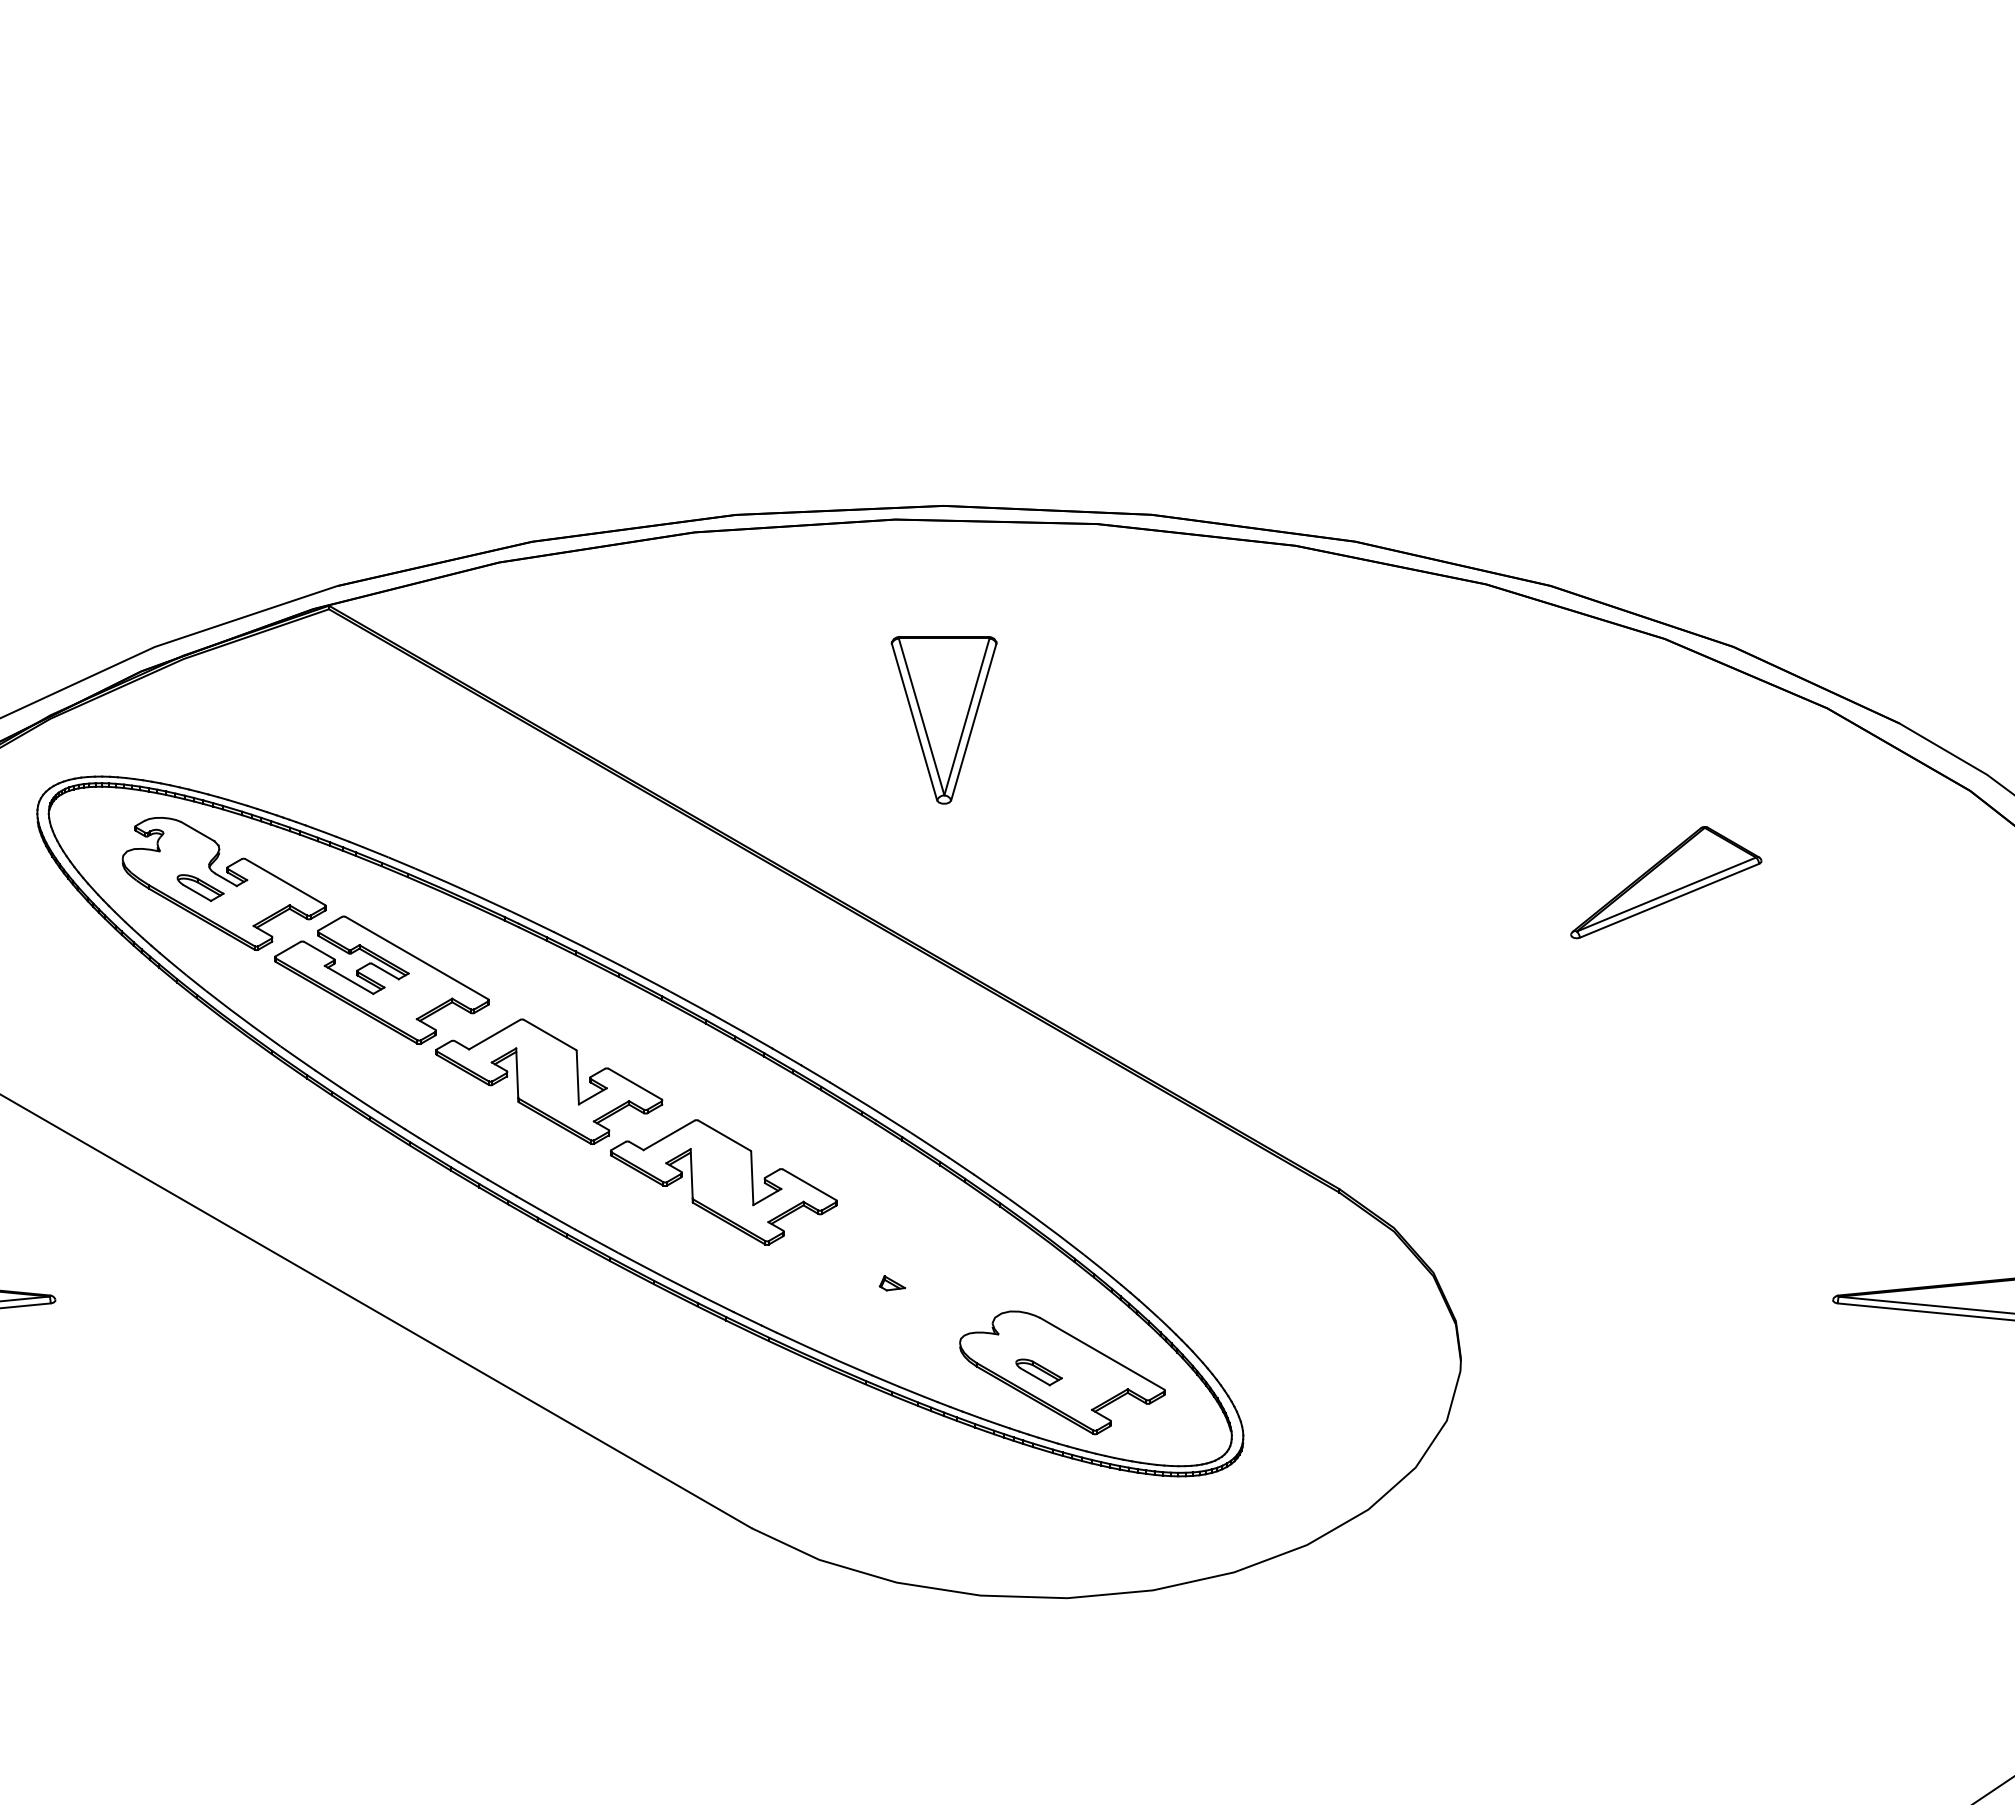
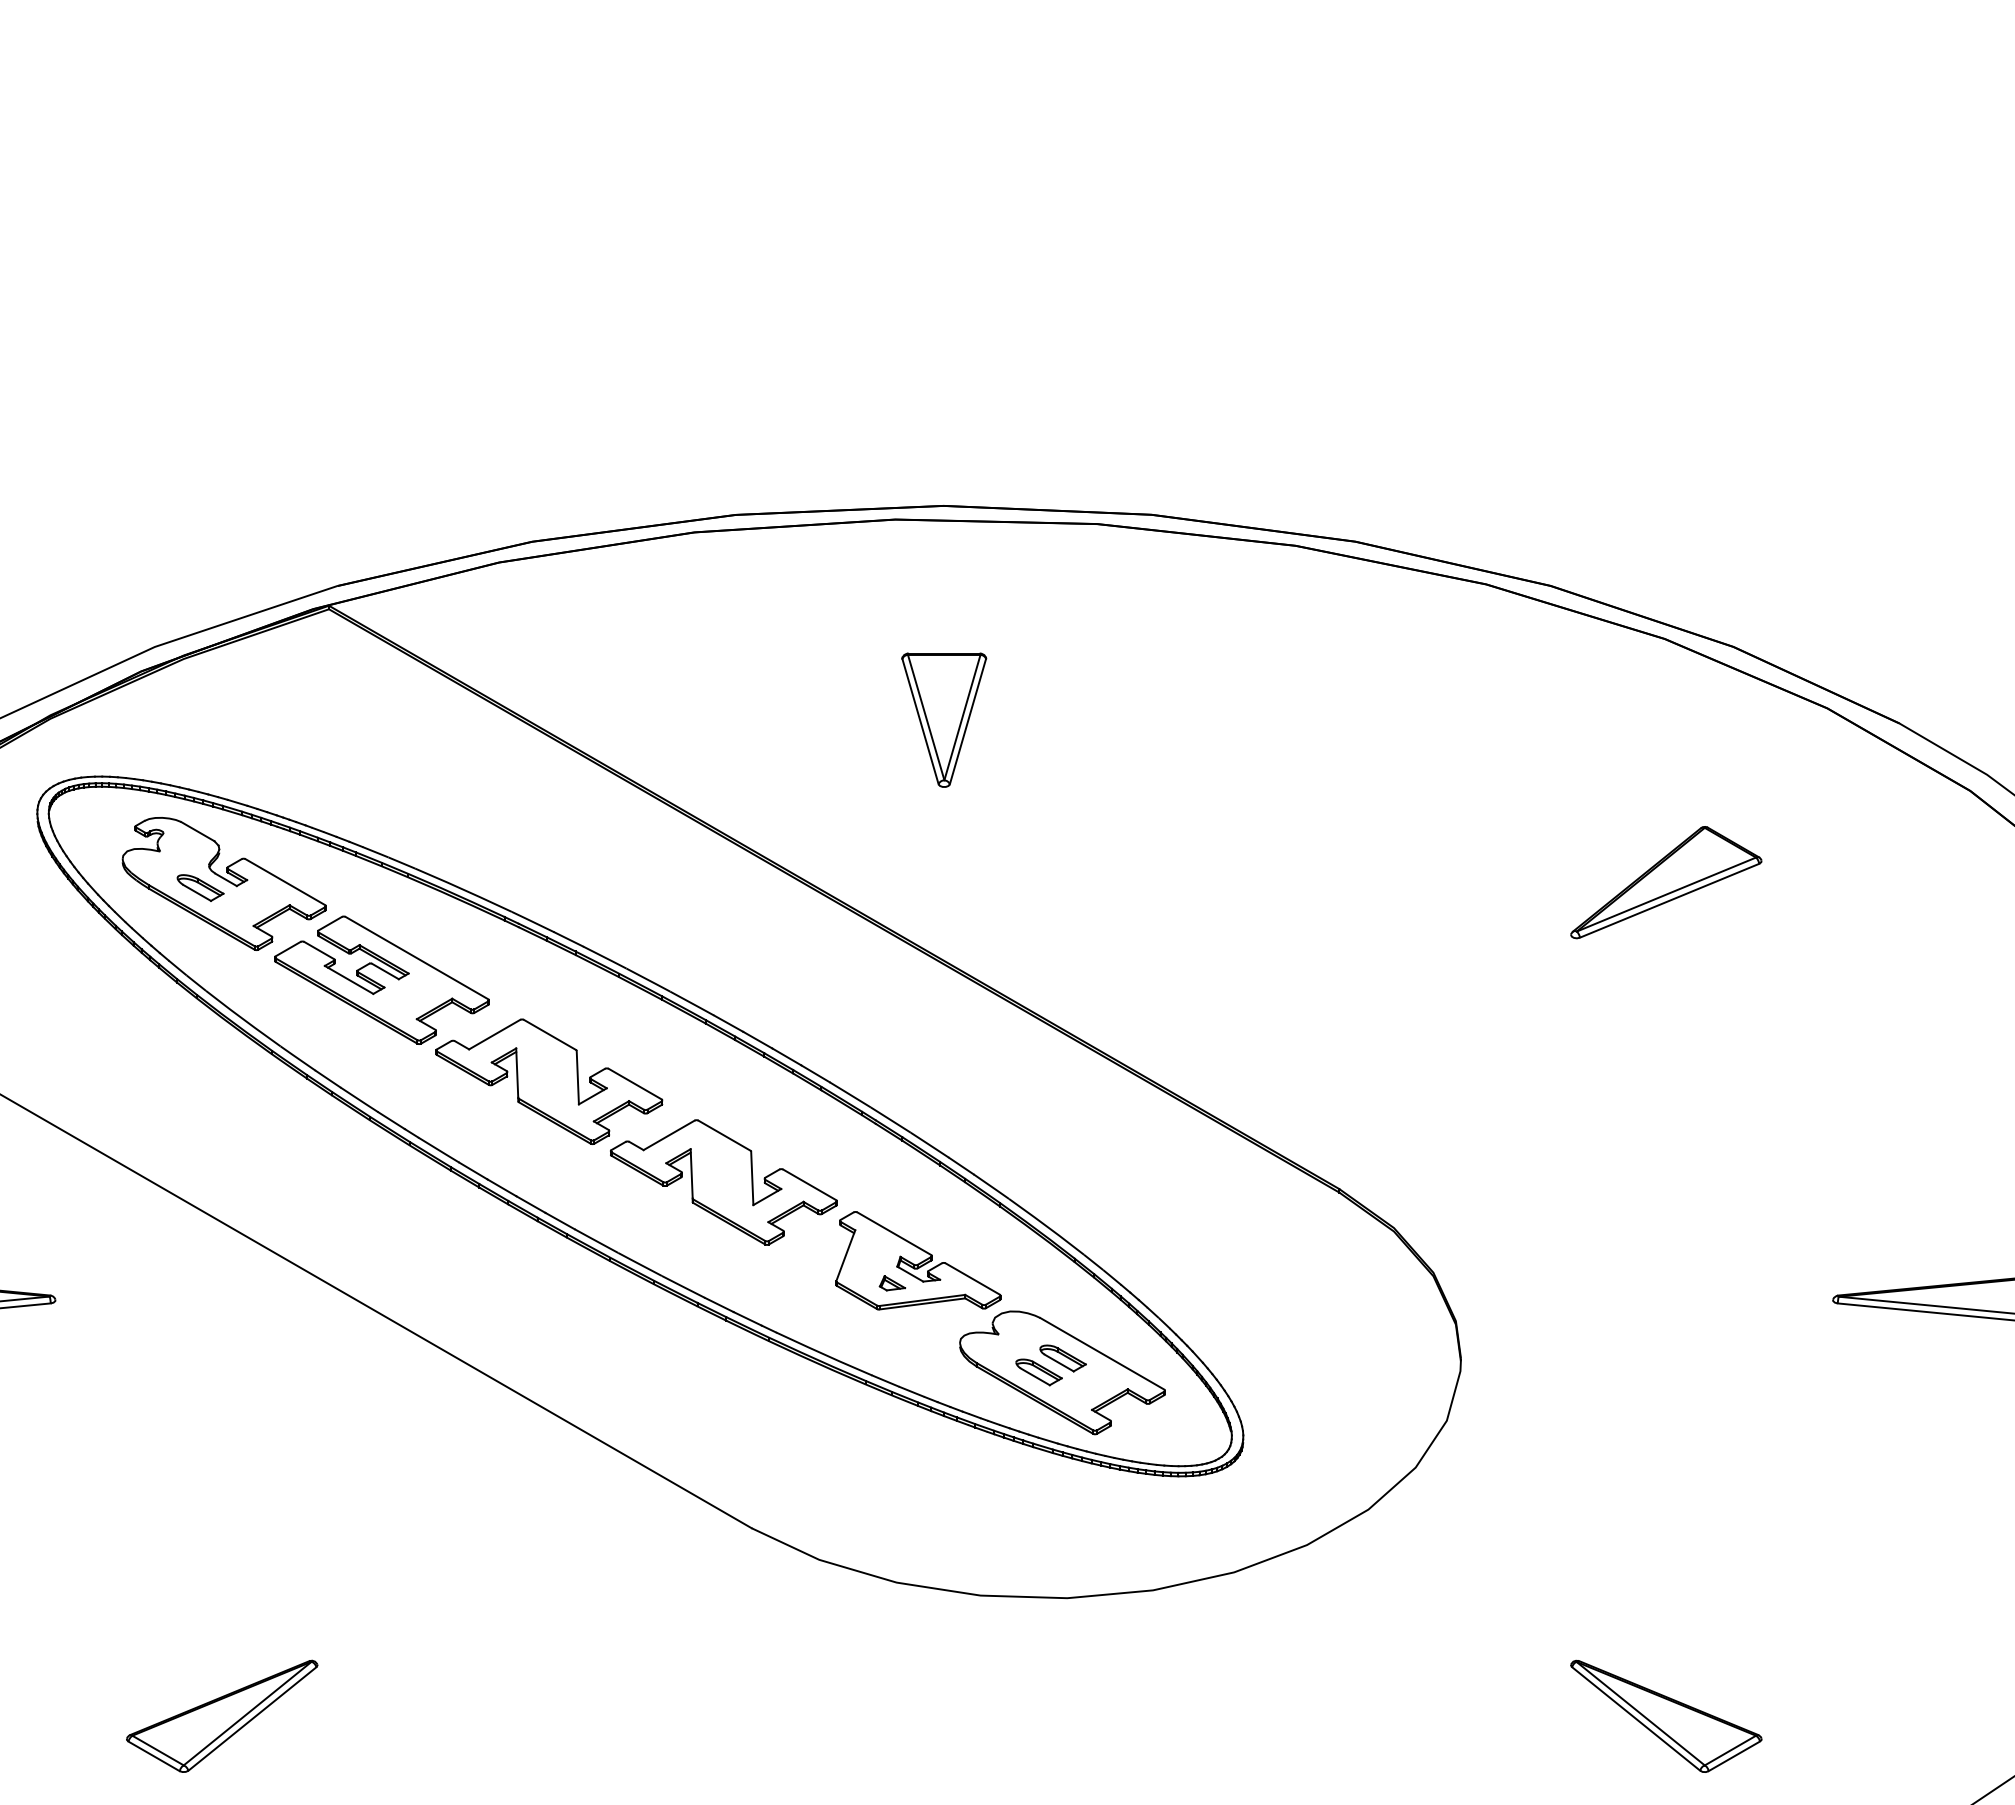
part at (943, 720) size: 108x169 px -> 87x136 px
part at (918, 1260): none -> present
part at (1062, 1358): none -> present
part at (222, 1715): none -> present
part at (1666, 1715): none -> present
